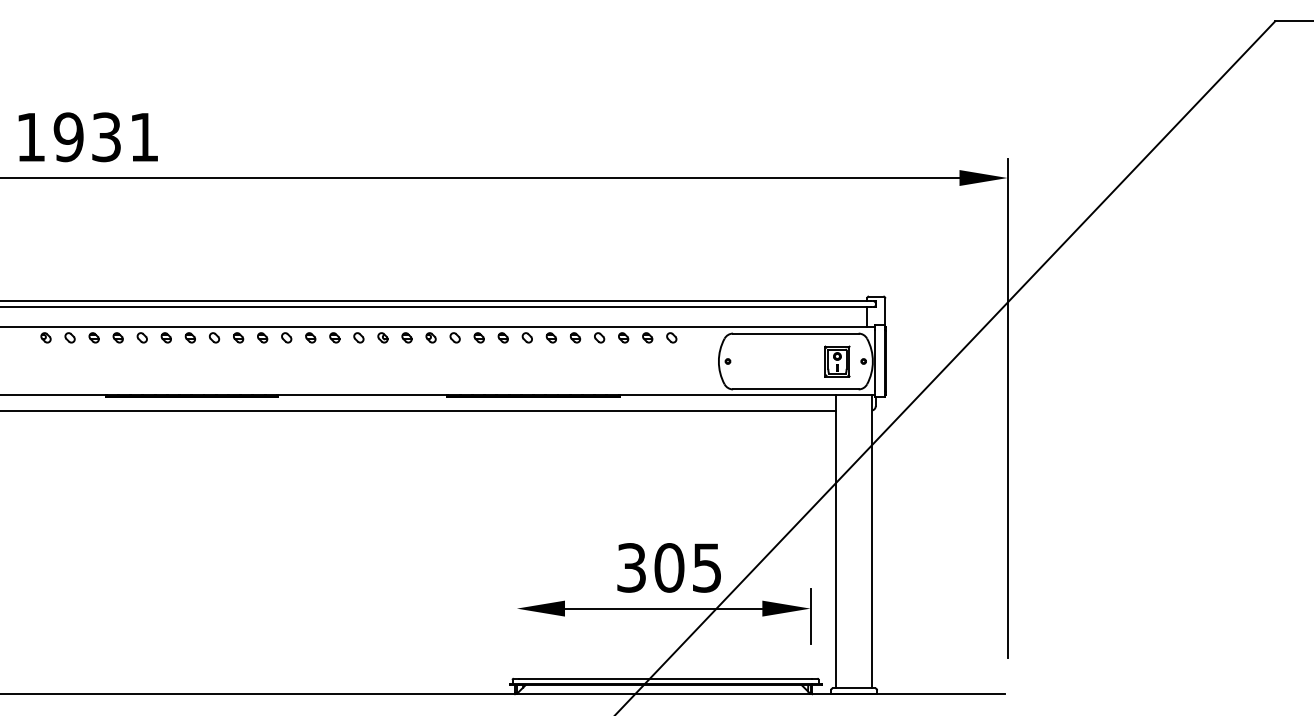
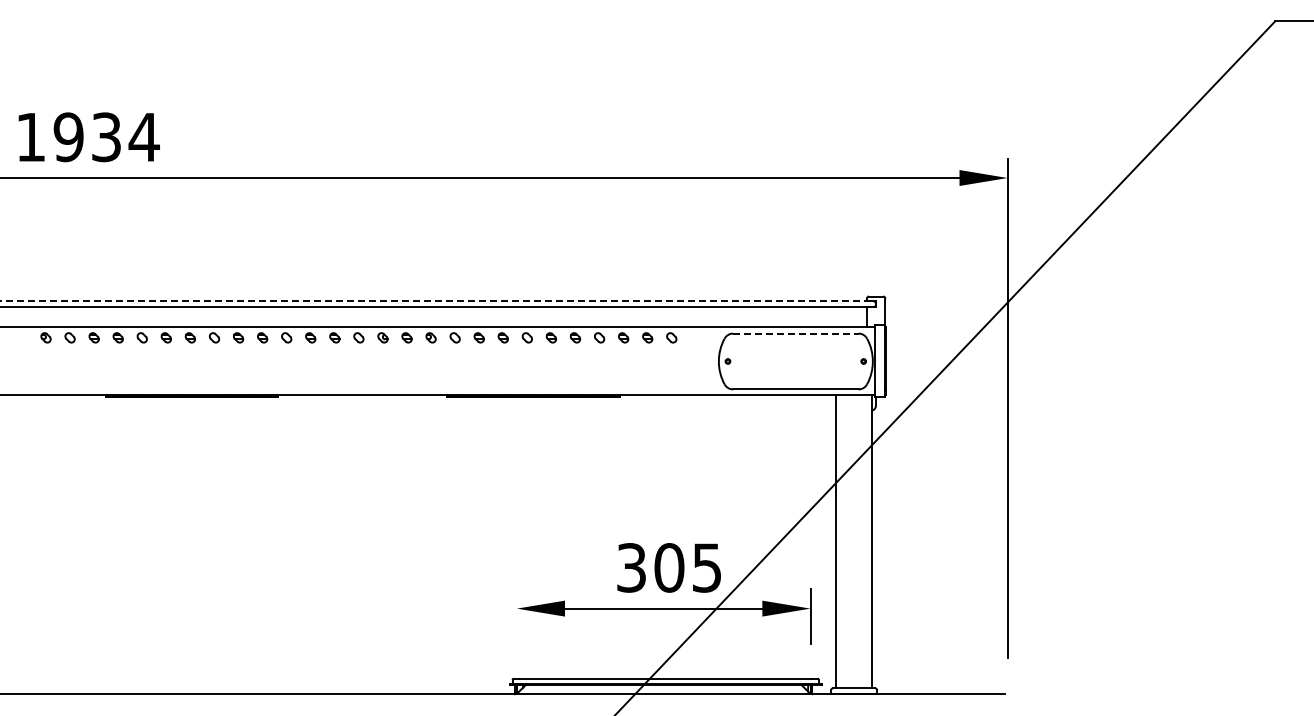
text at (143, 137): 1931 -> 1934
line at (435, 301): solid -> dashed
line at (795, 333): solid -> dashed
part at (837, 361): present -> none
line at (418, 410): present -> none
